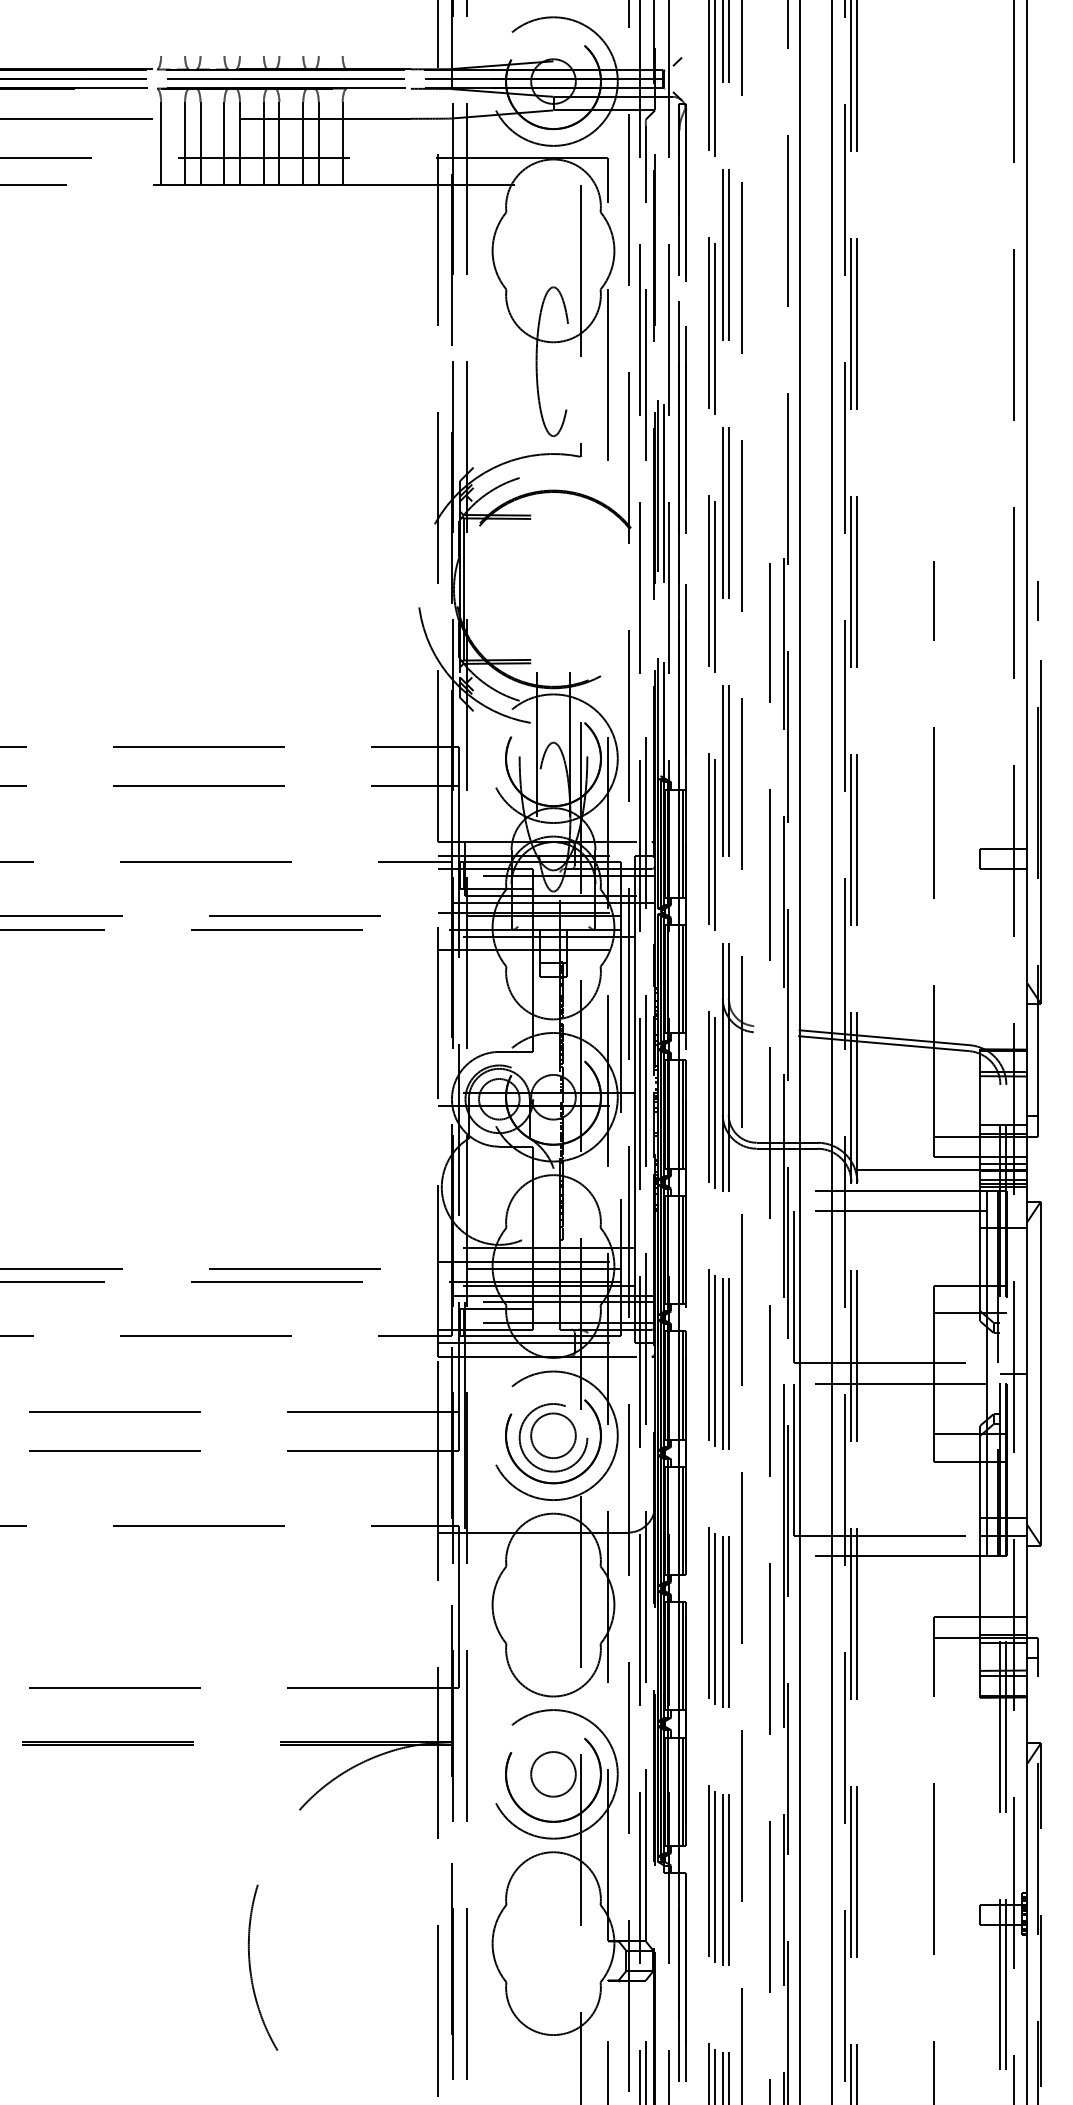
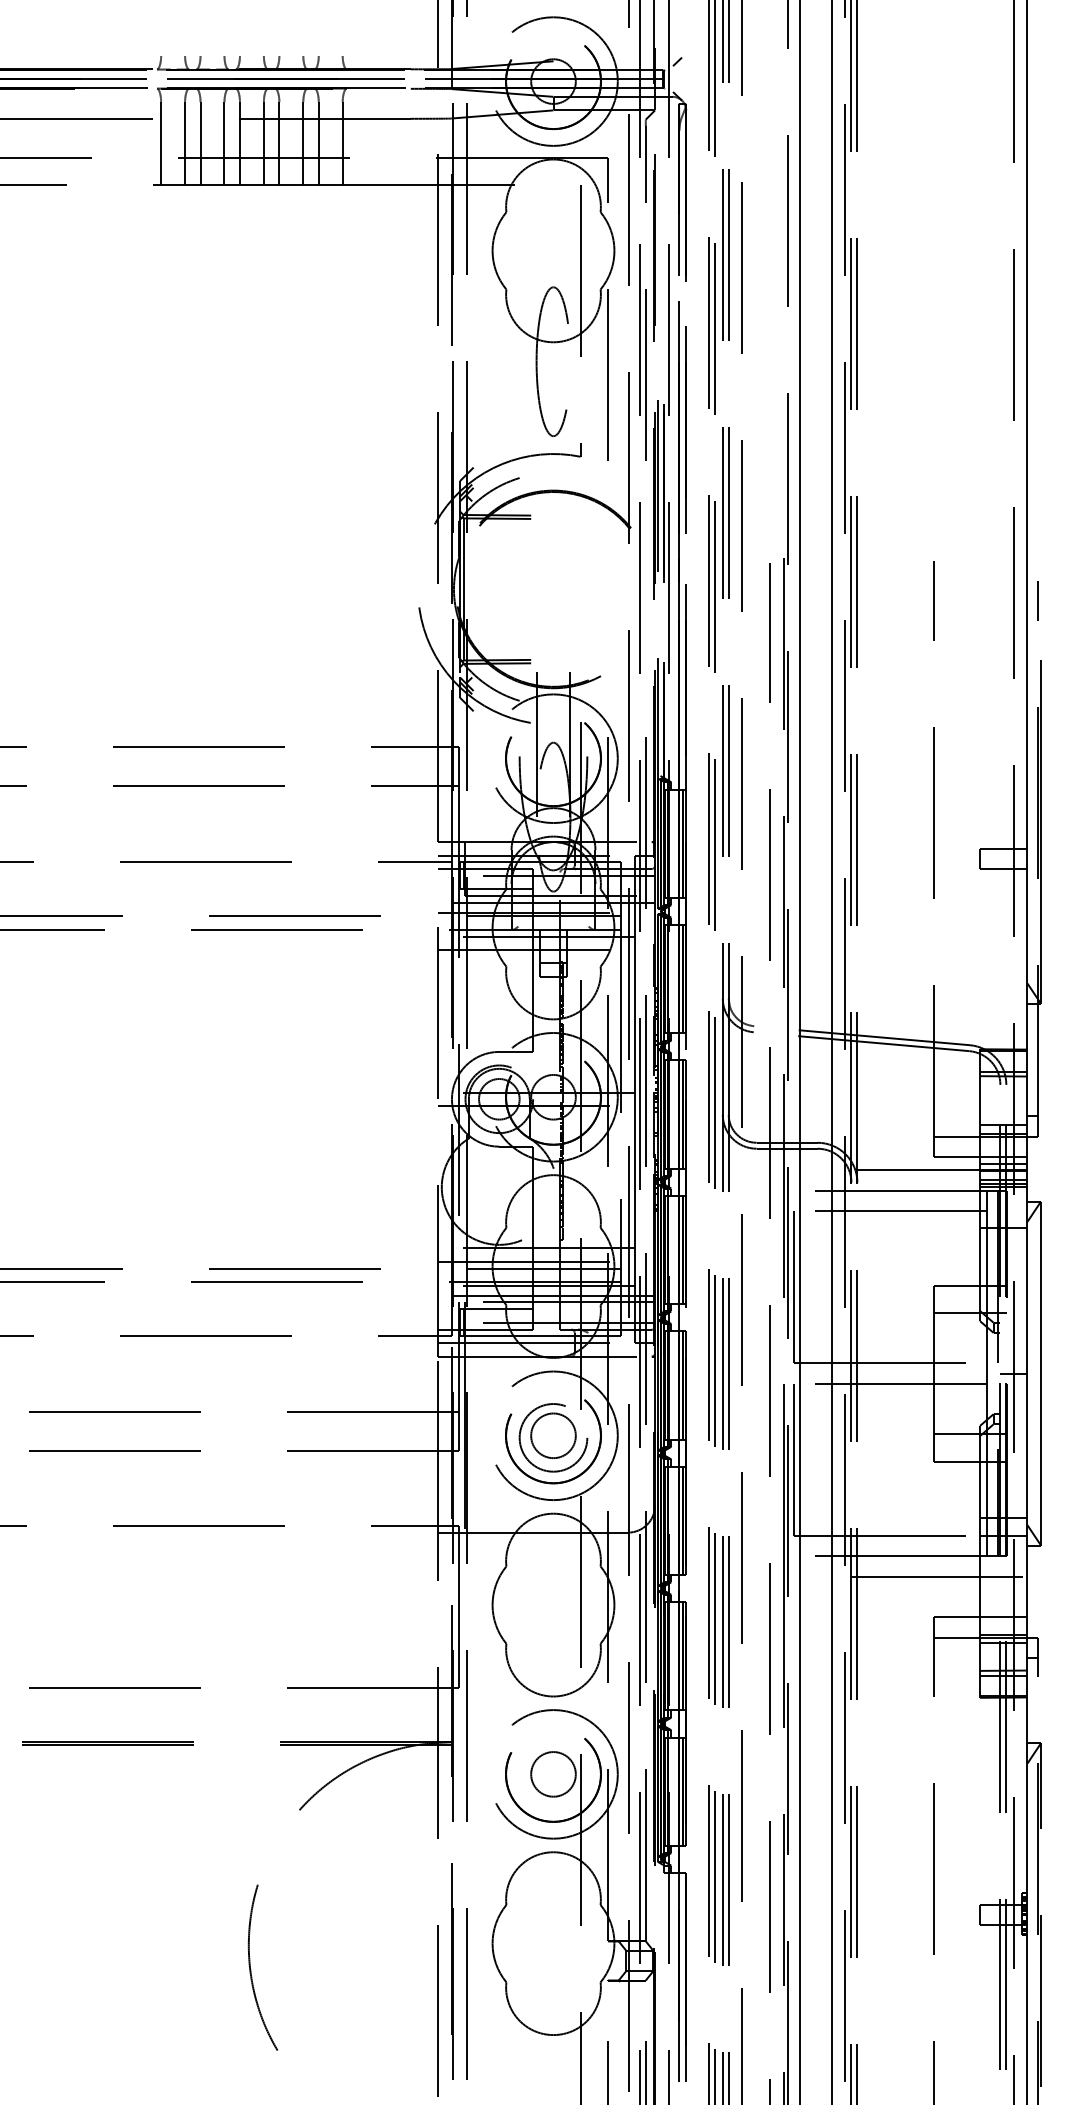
line at (939, 1576): none -> present
